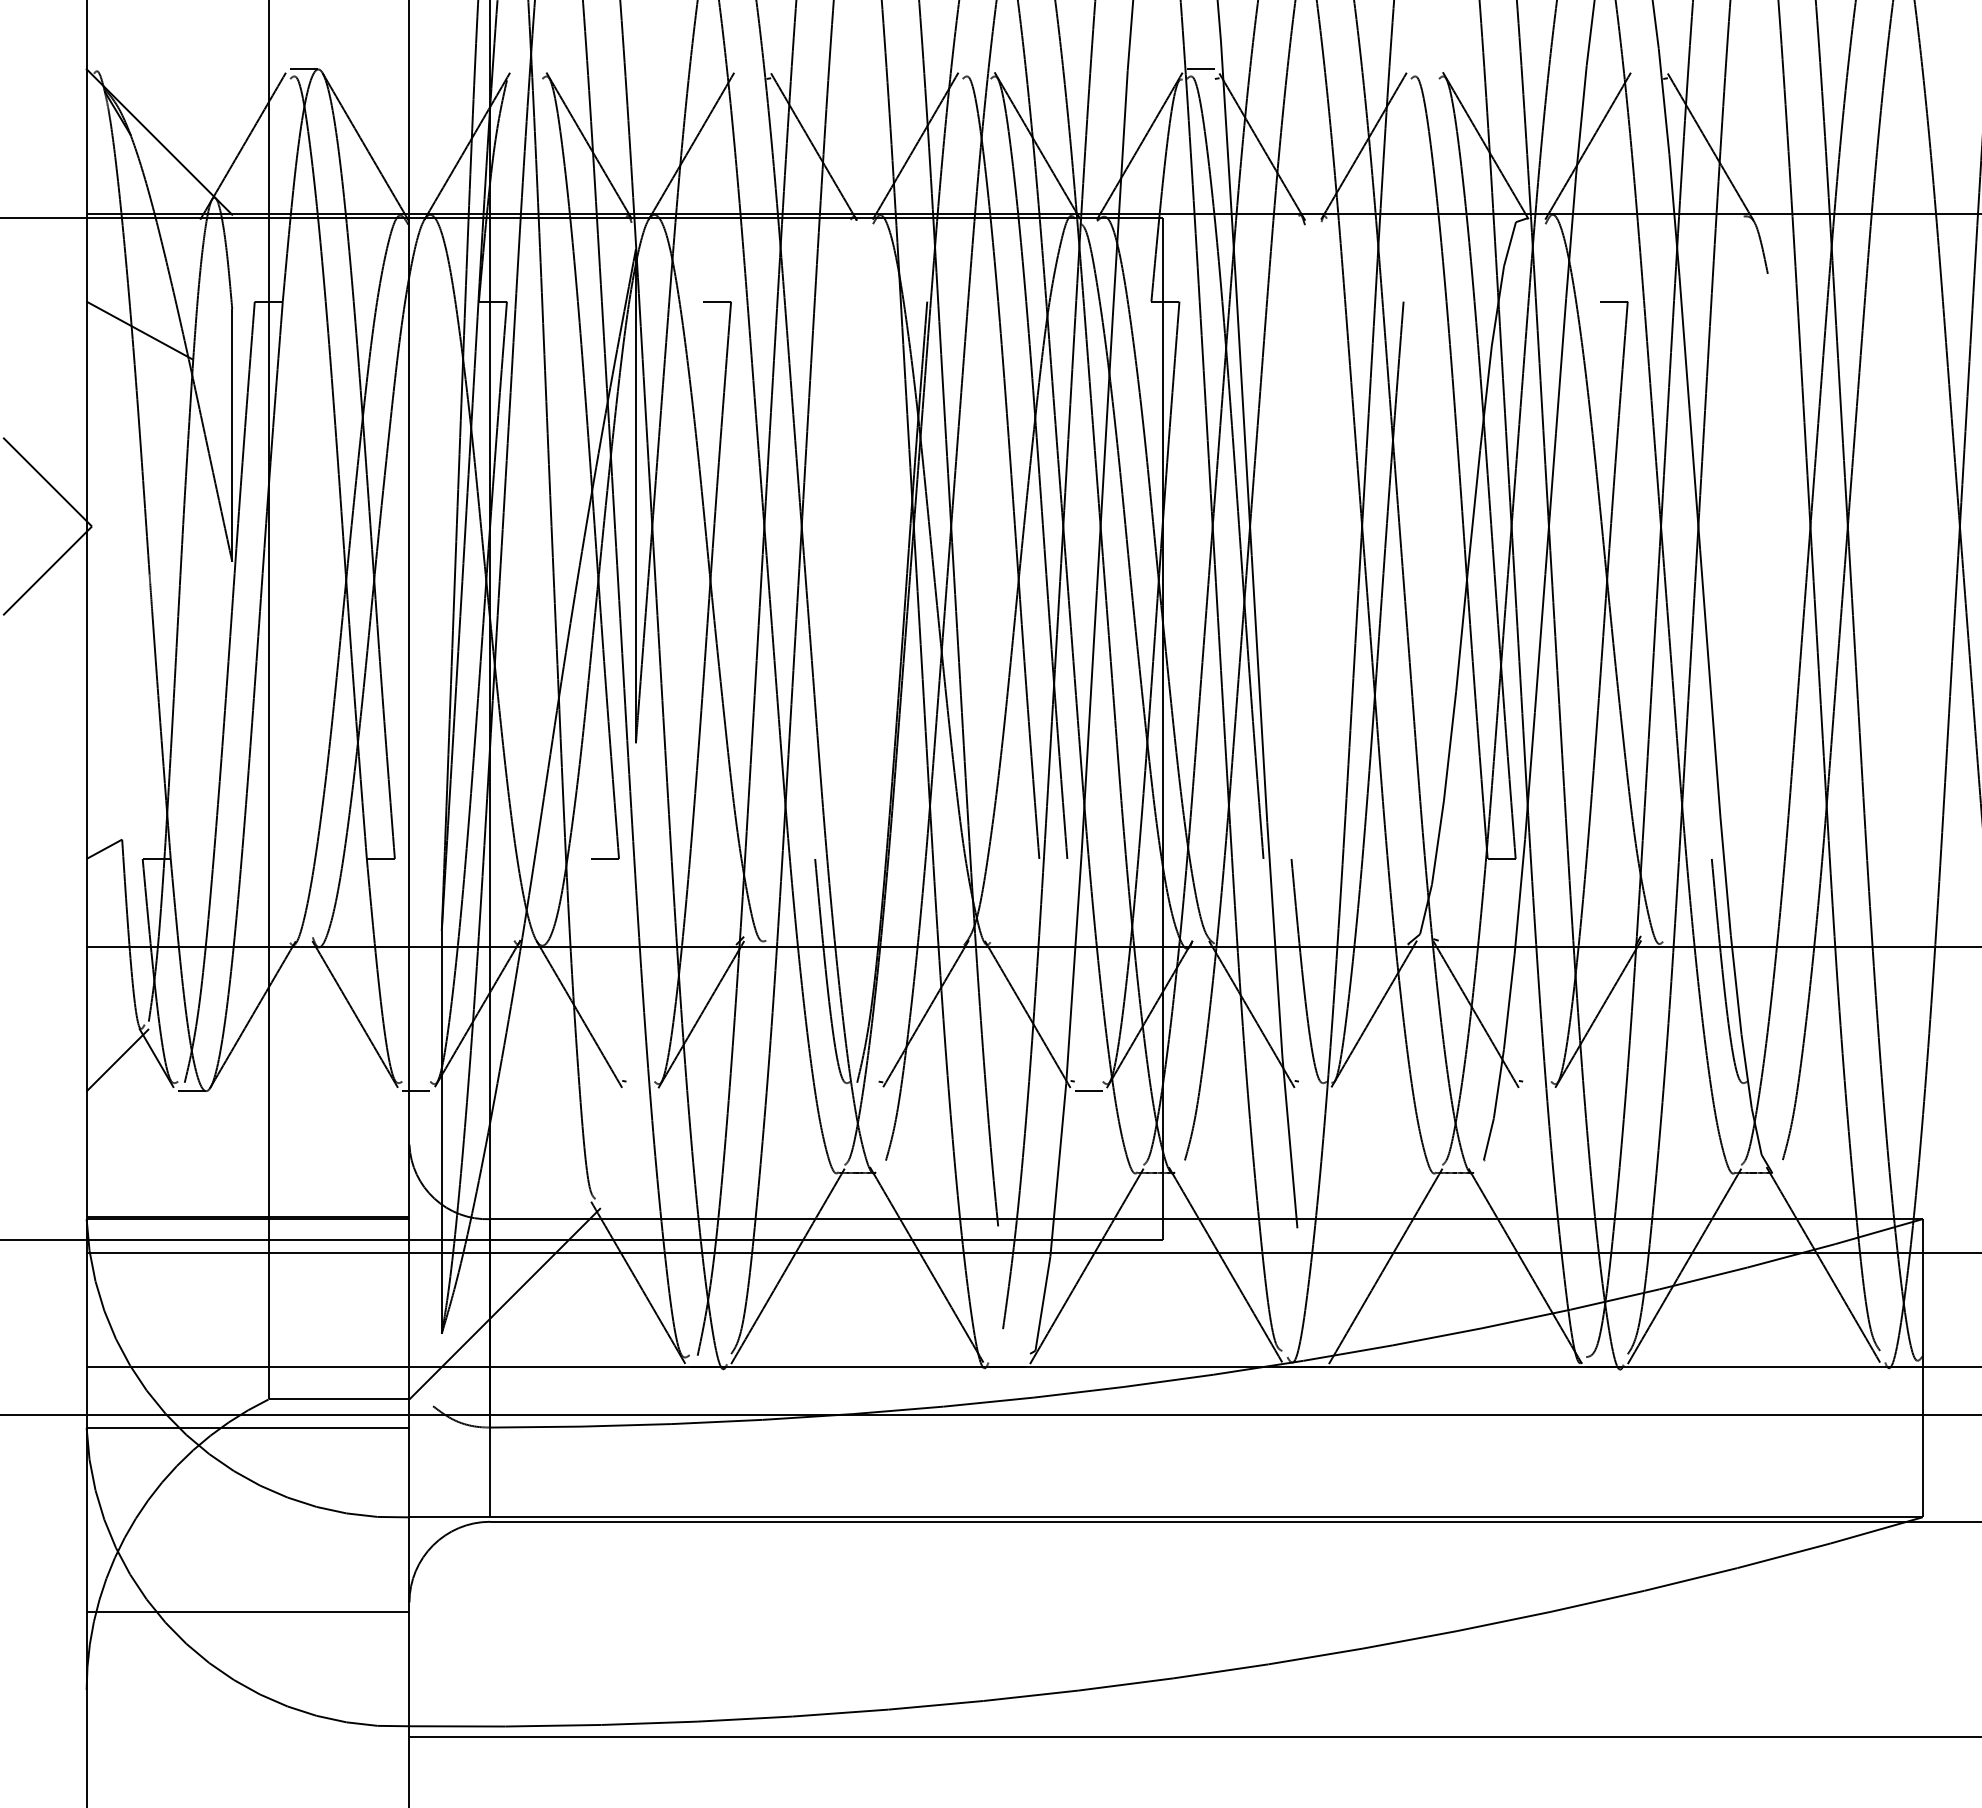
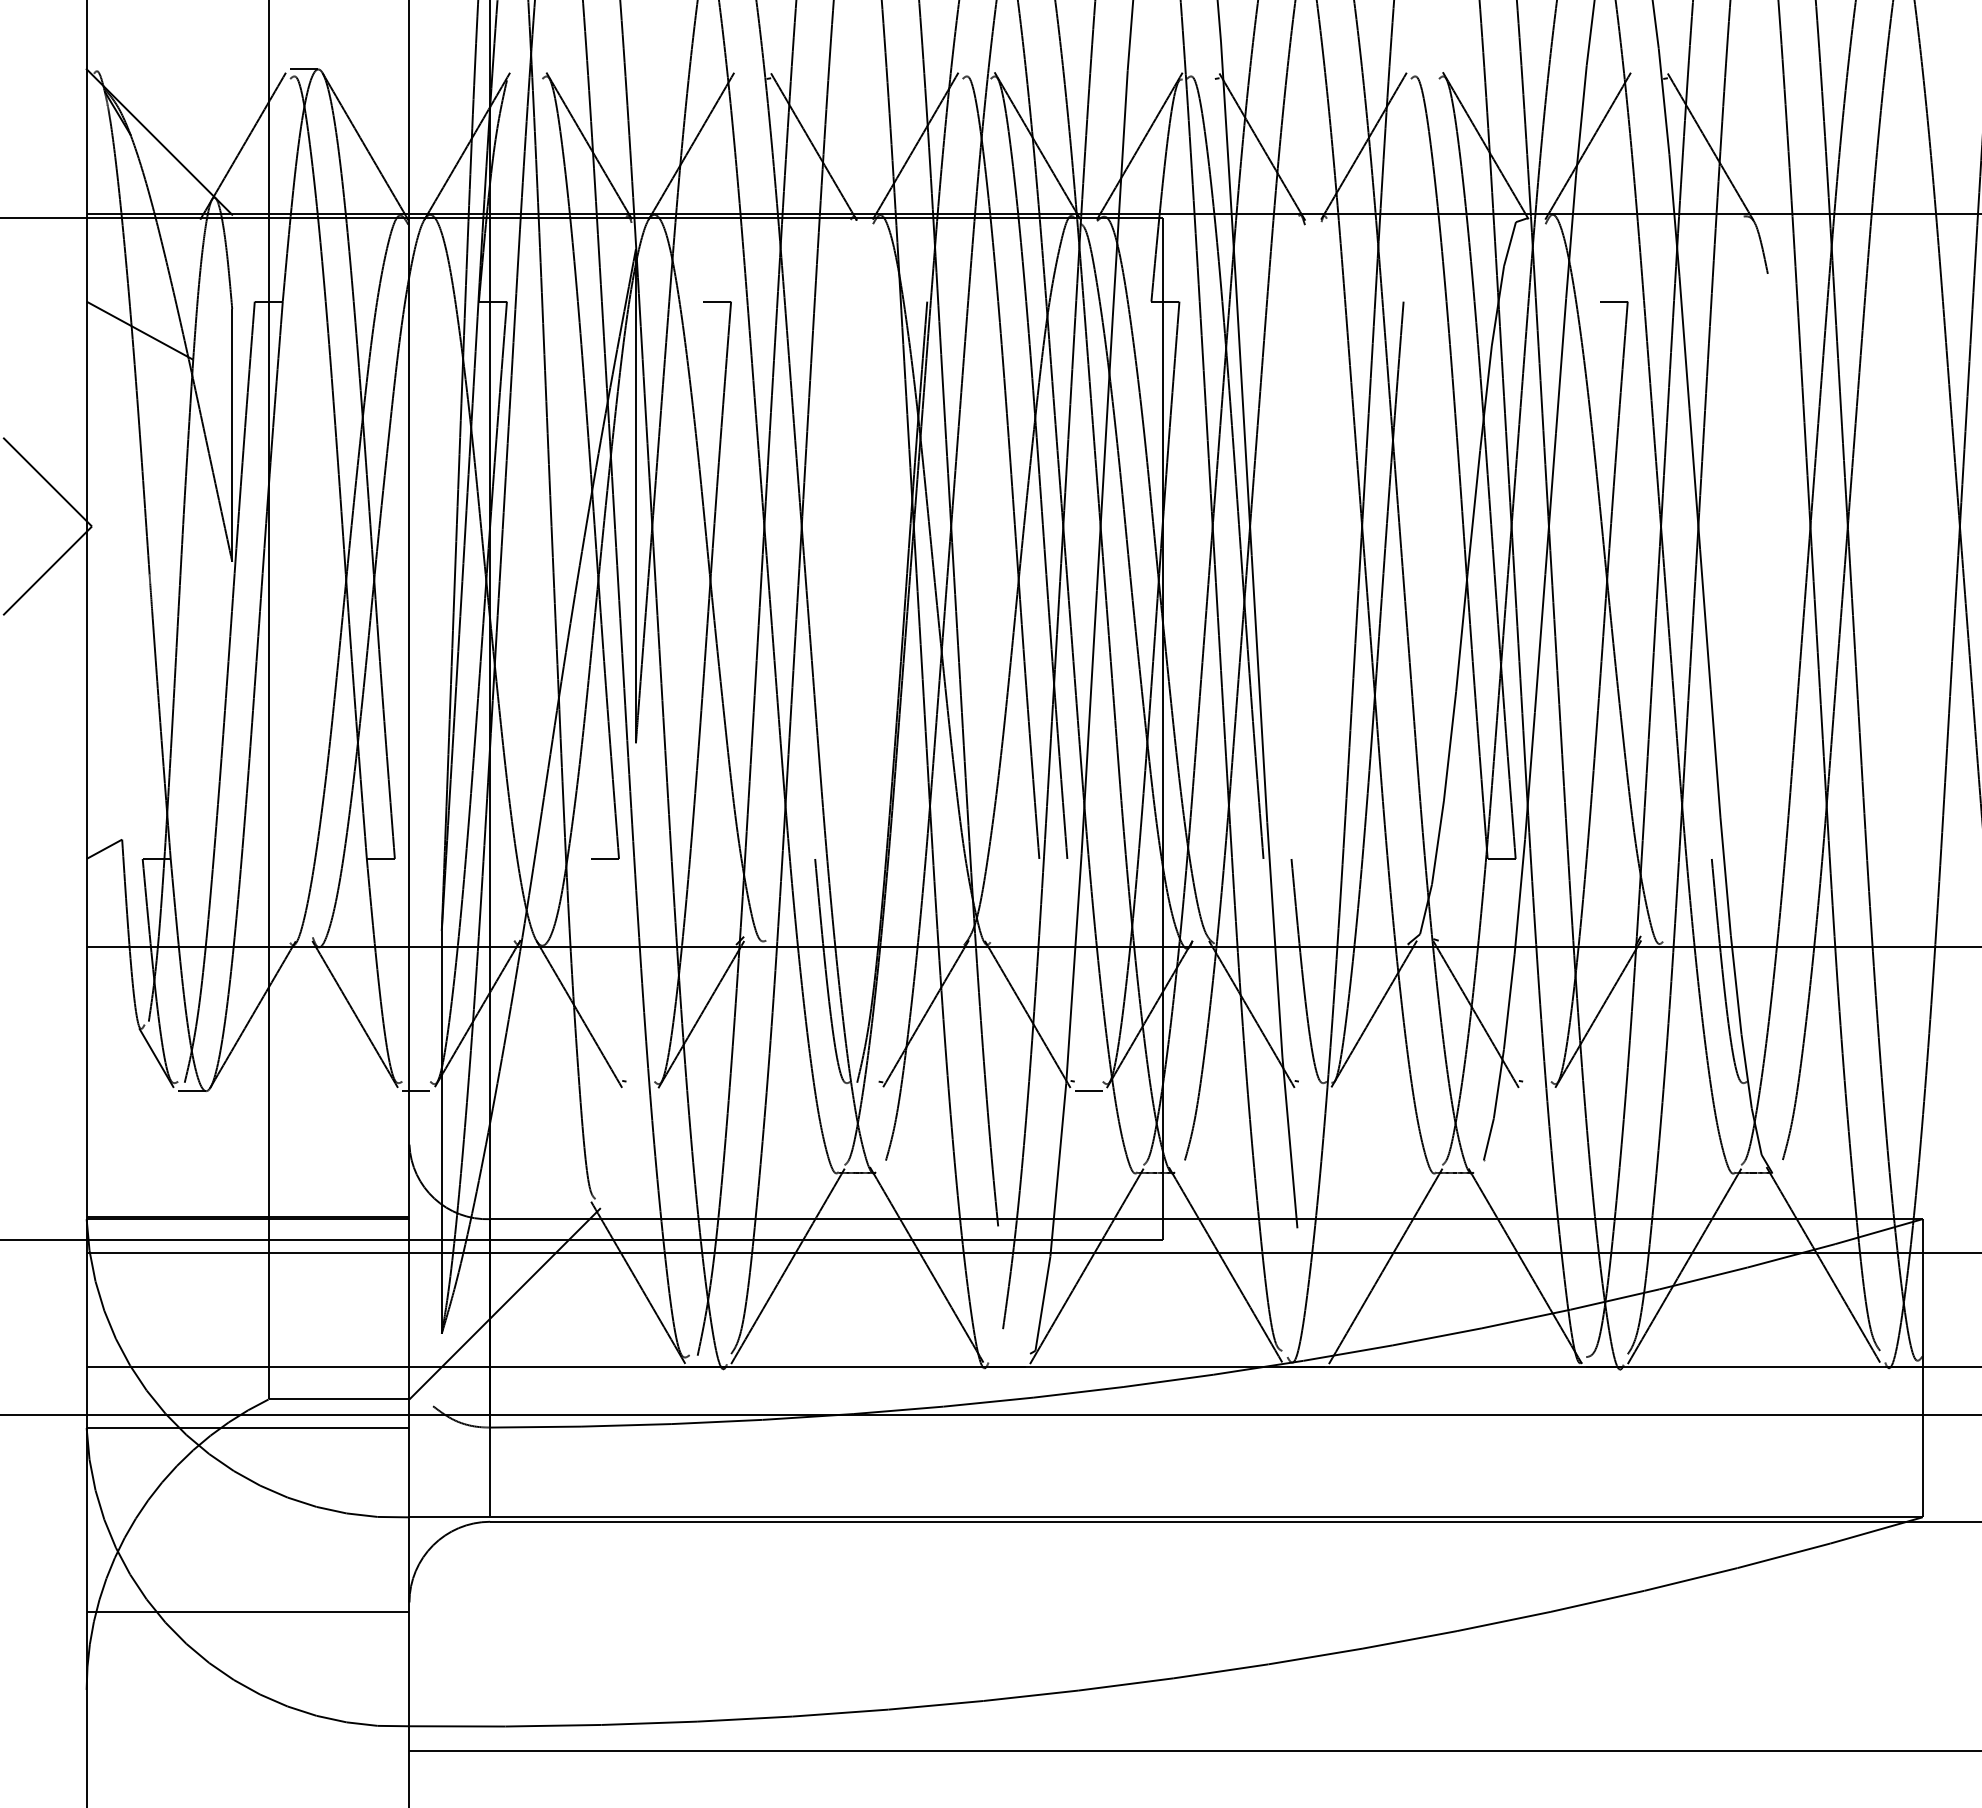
line at (1200, 69): present -> none
line at (117, 1060): present -> none
line at (1193, 1737) position: (1193, 1737) -> (1193, 1751)
